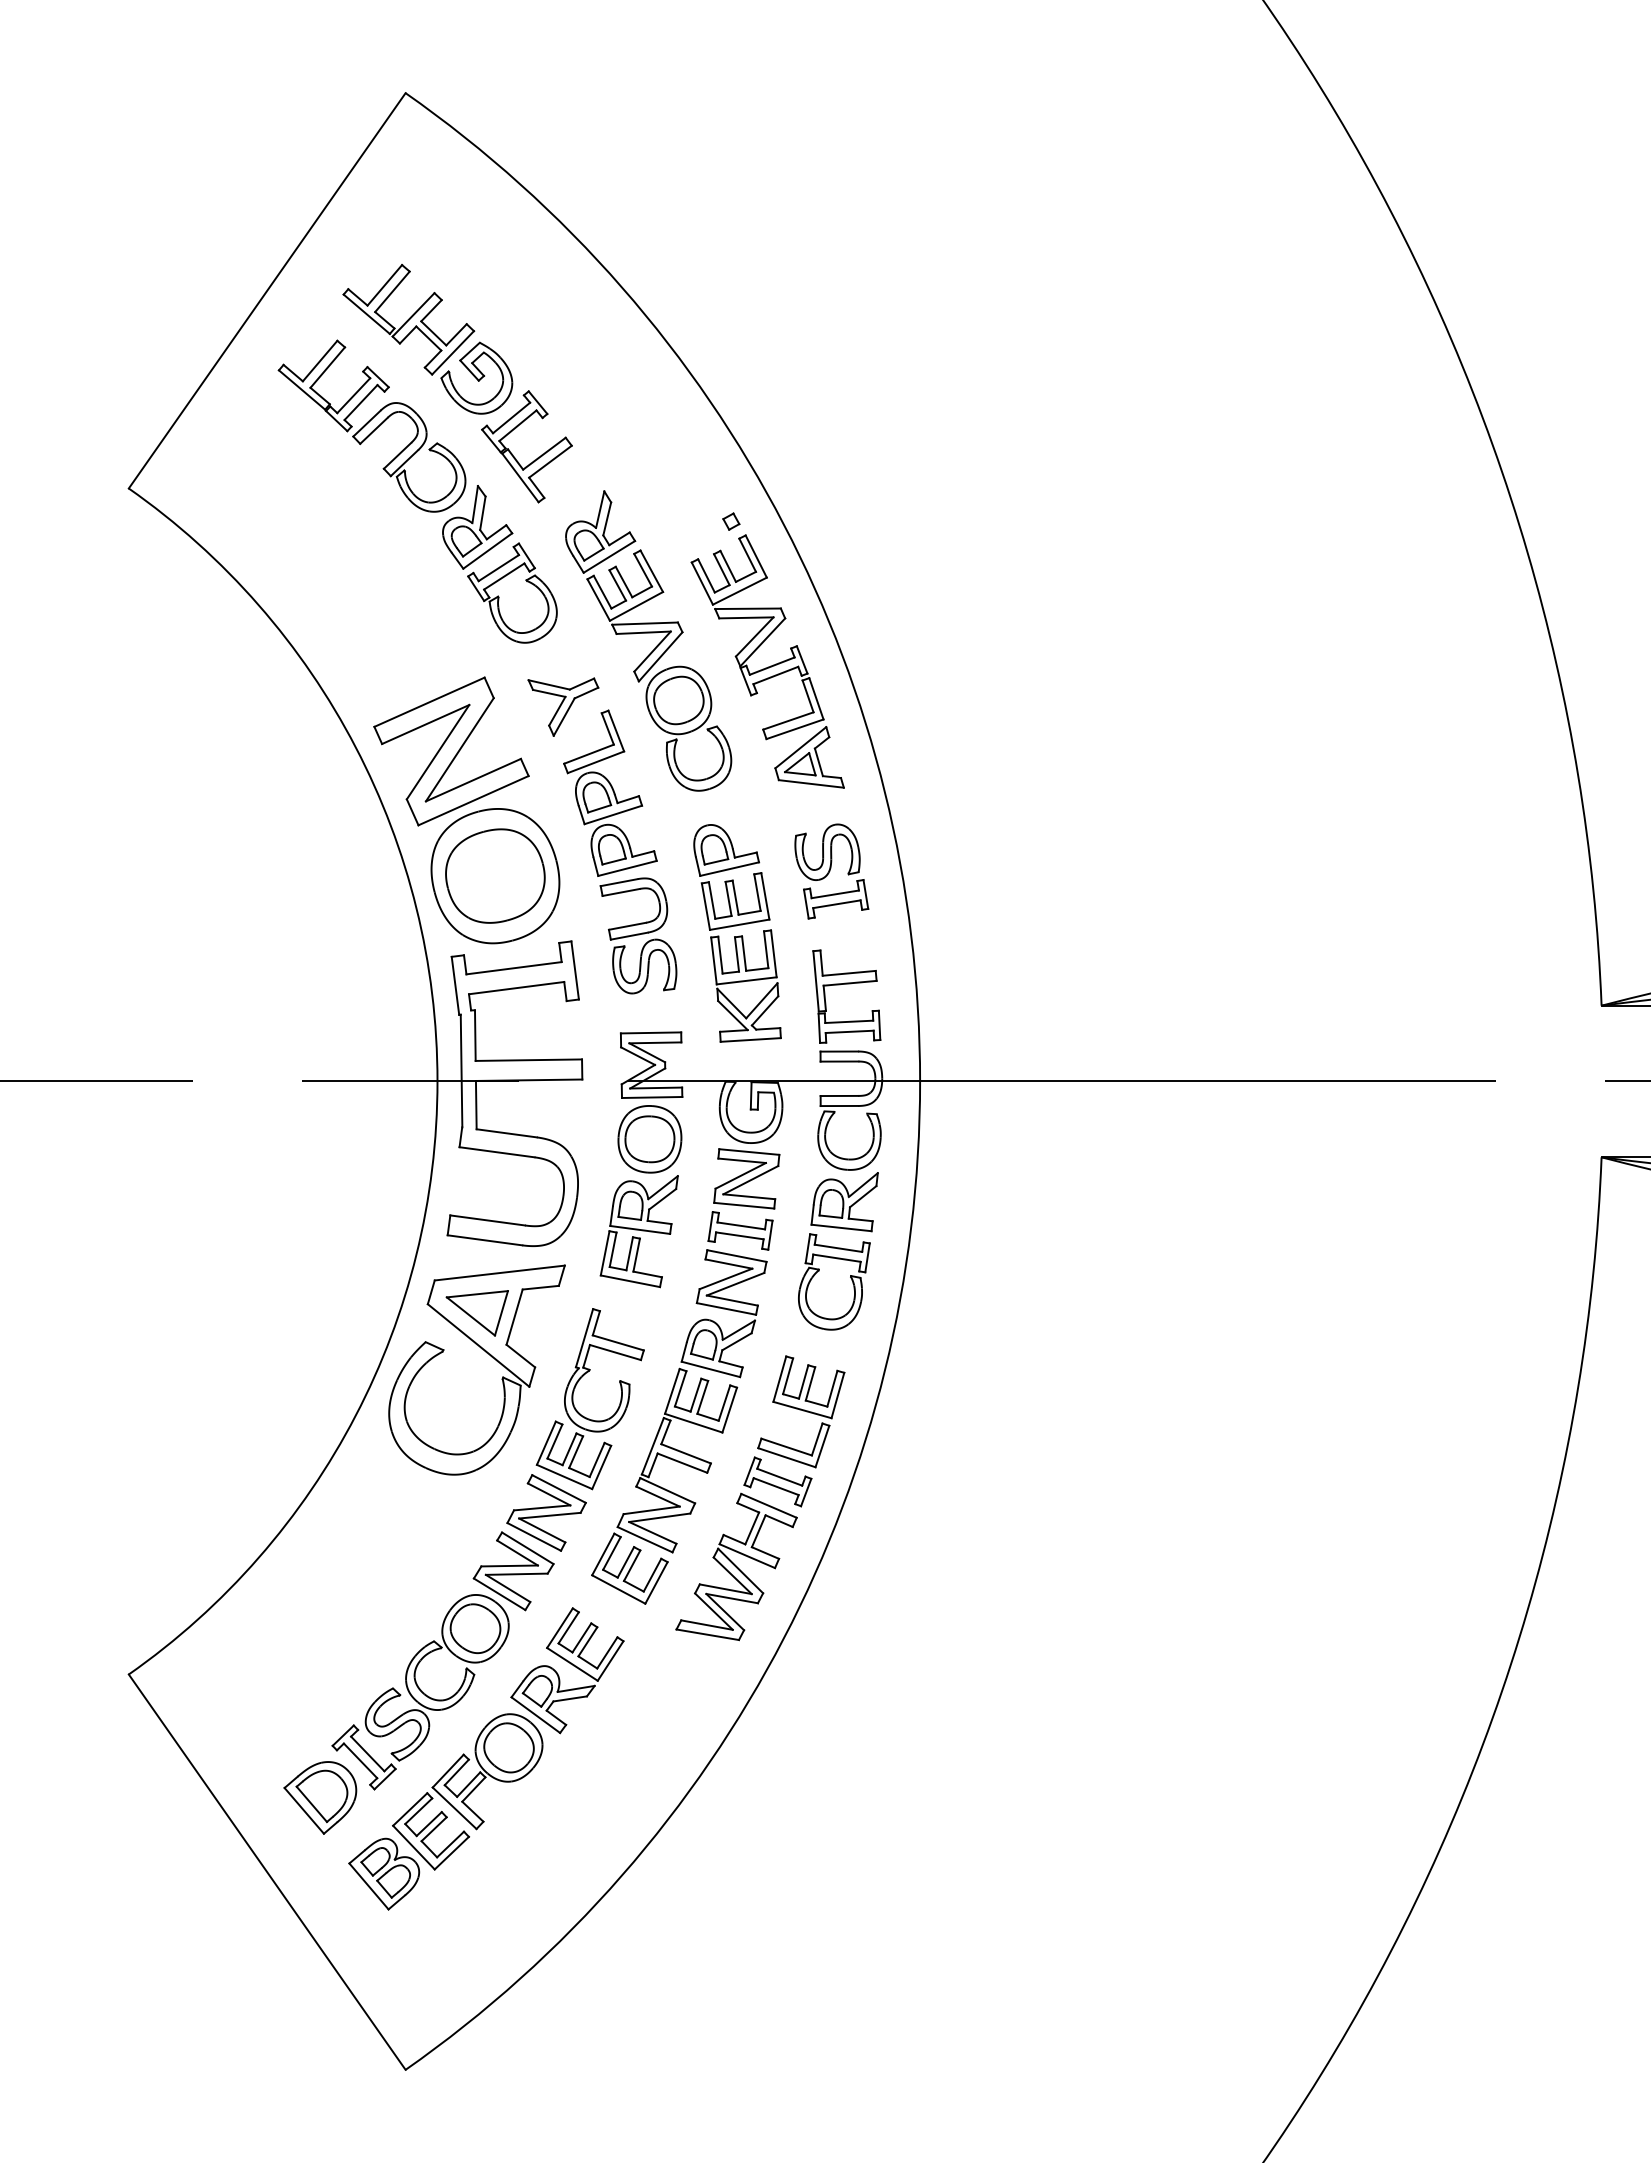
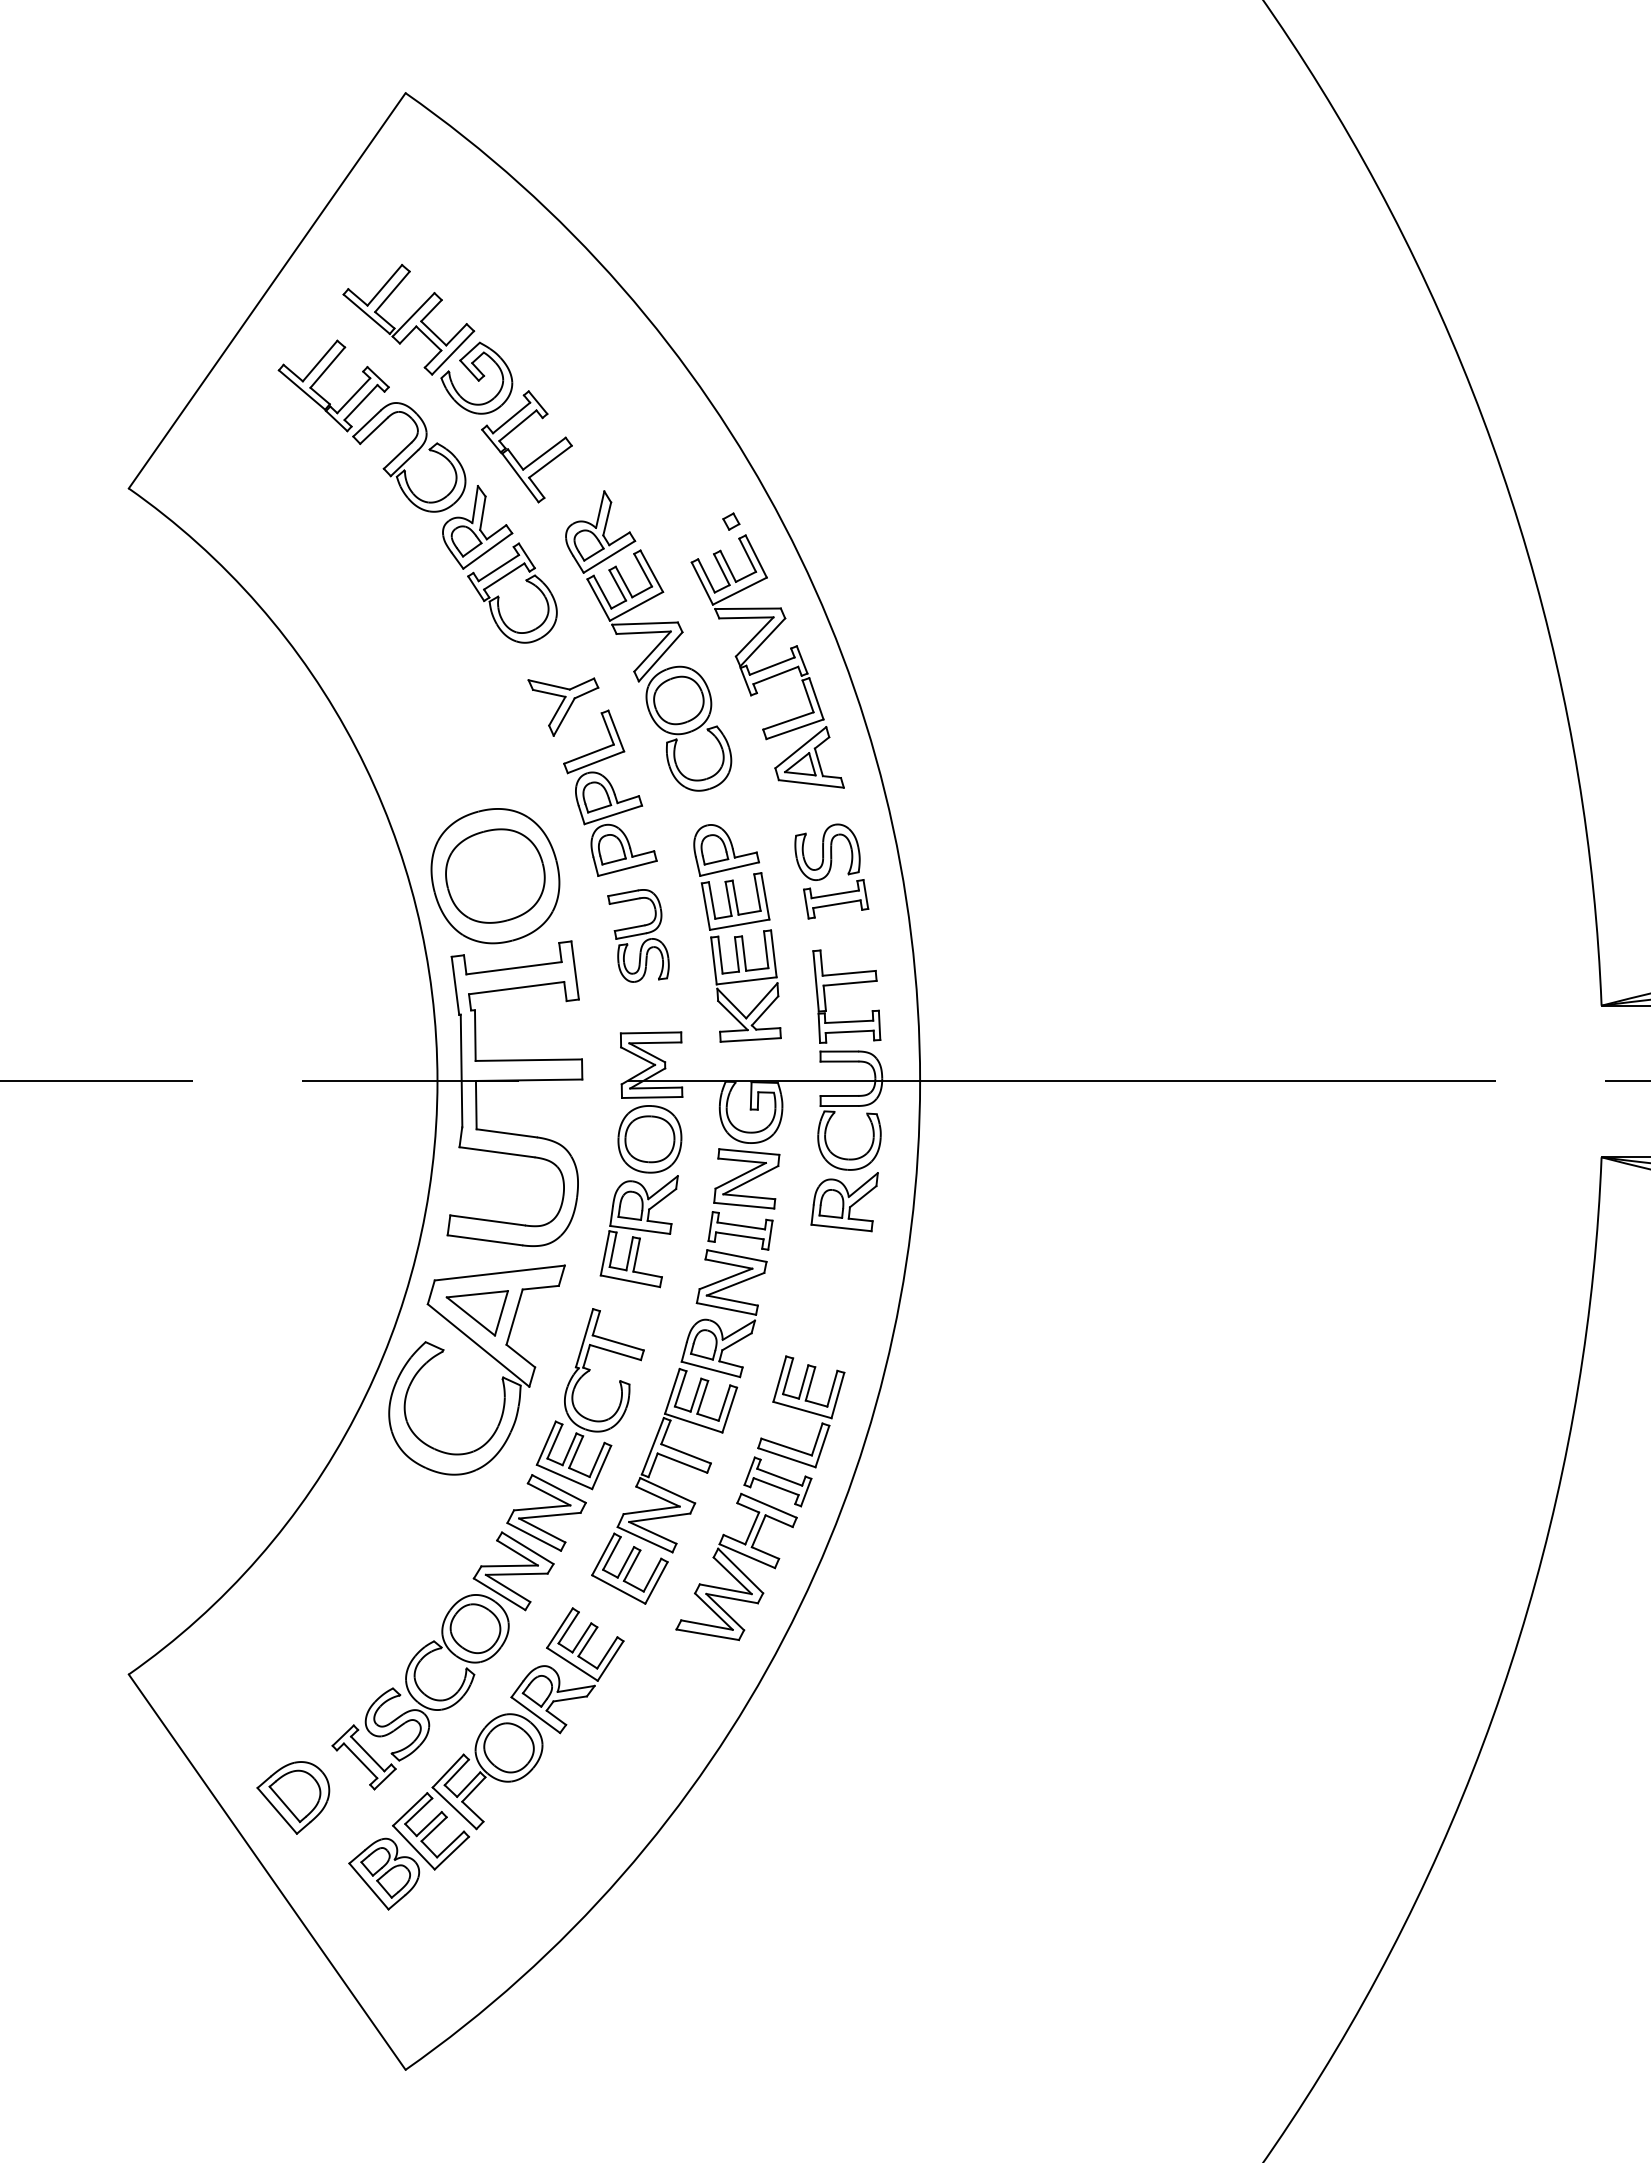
part at (451, 751): present -> none
part at (638, 935) size: 79x118 px -> 63x94 px
part at (850, 1278): present -> none
part at (320, 1797) position: (320, 1797) -> (293, 1797)
